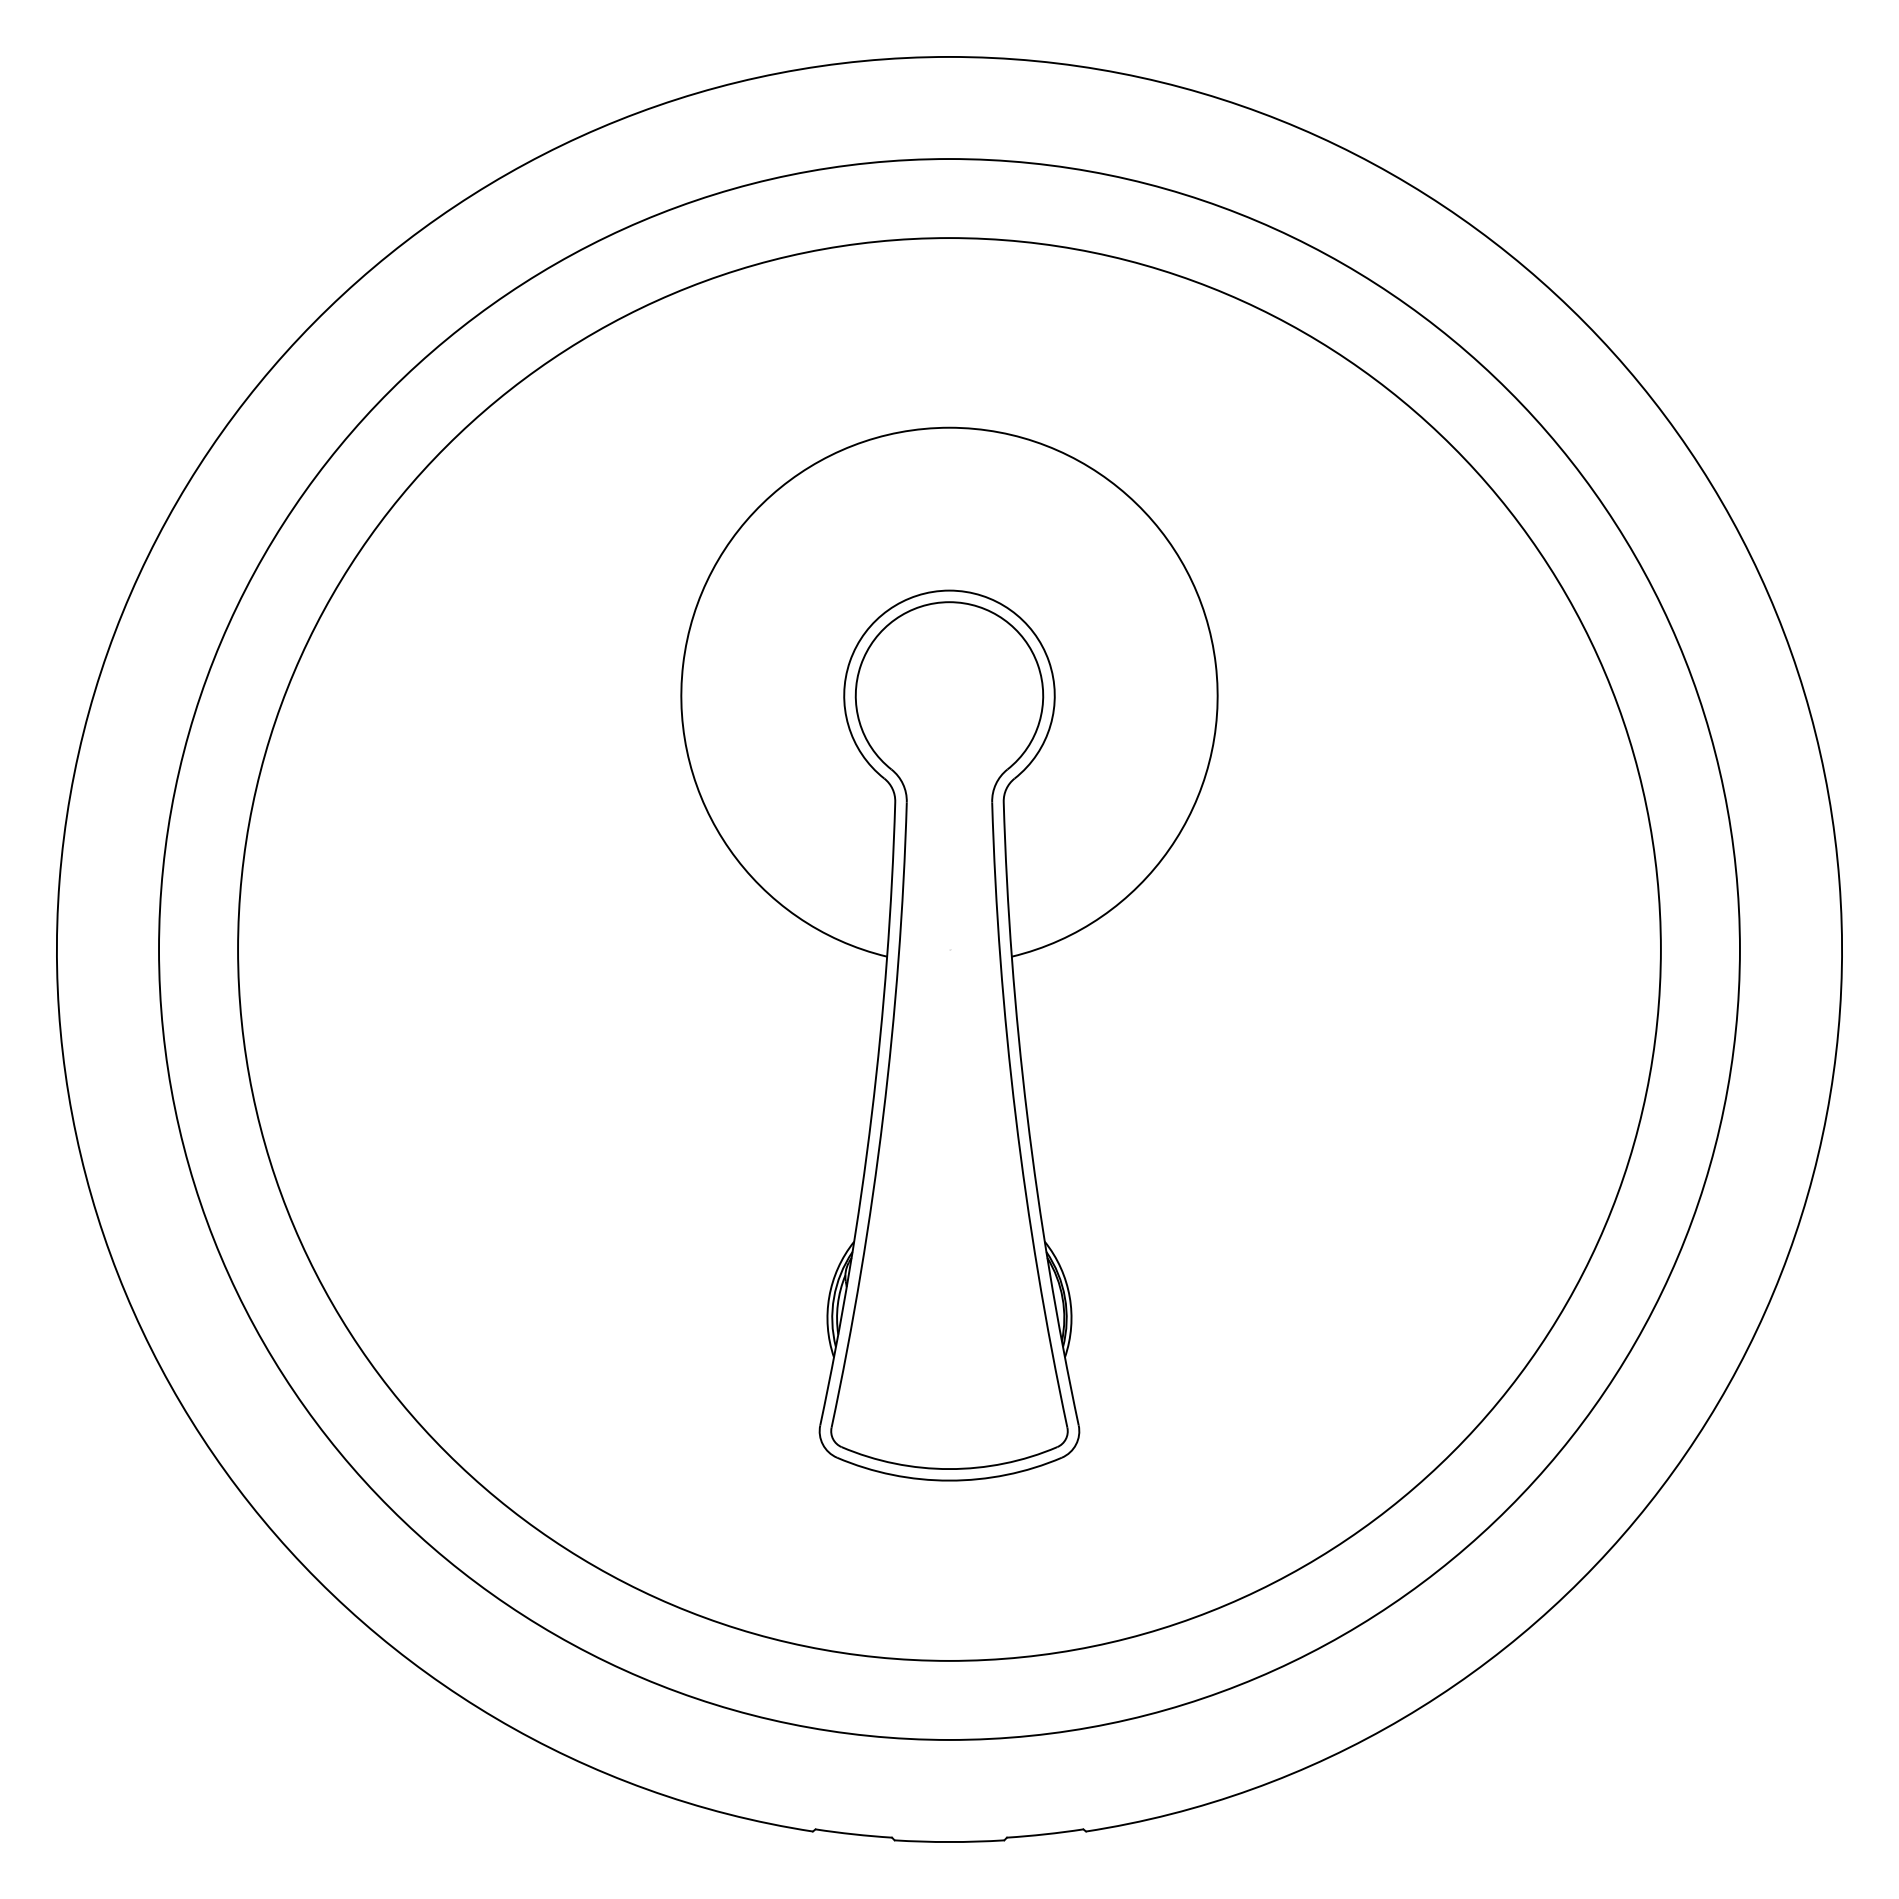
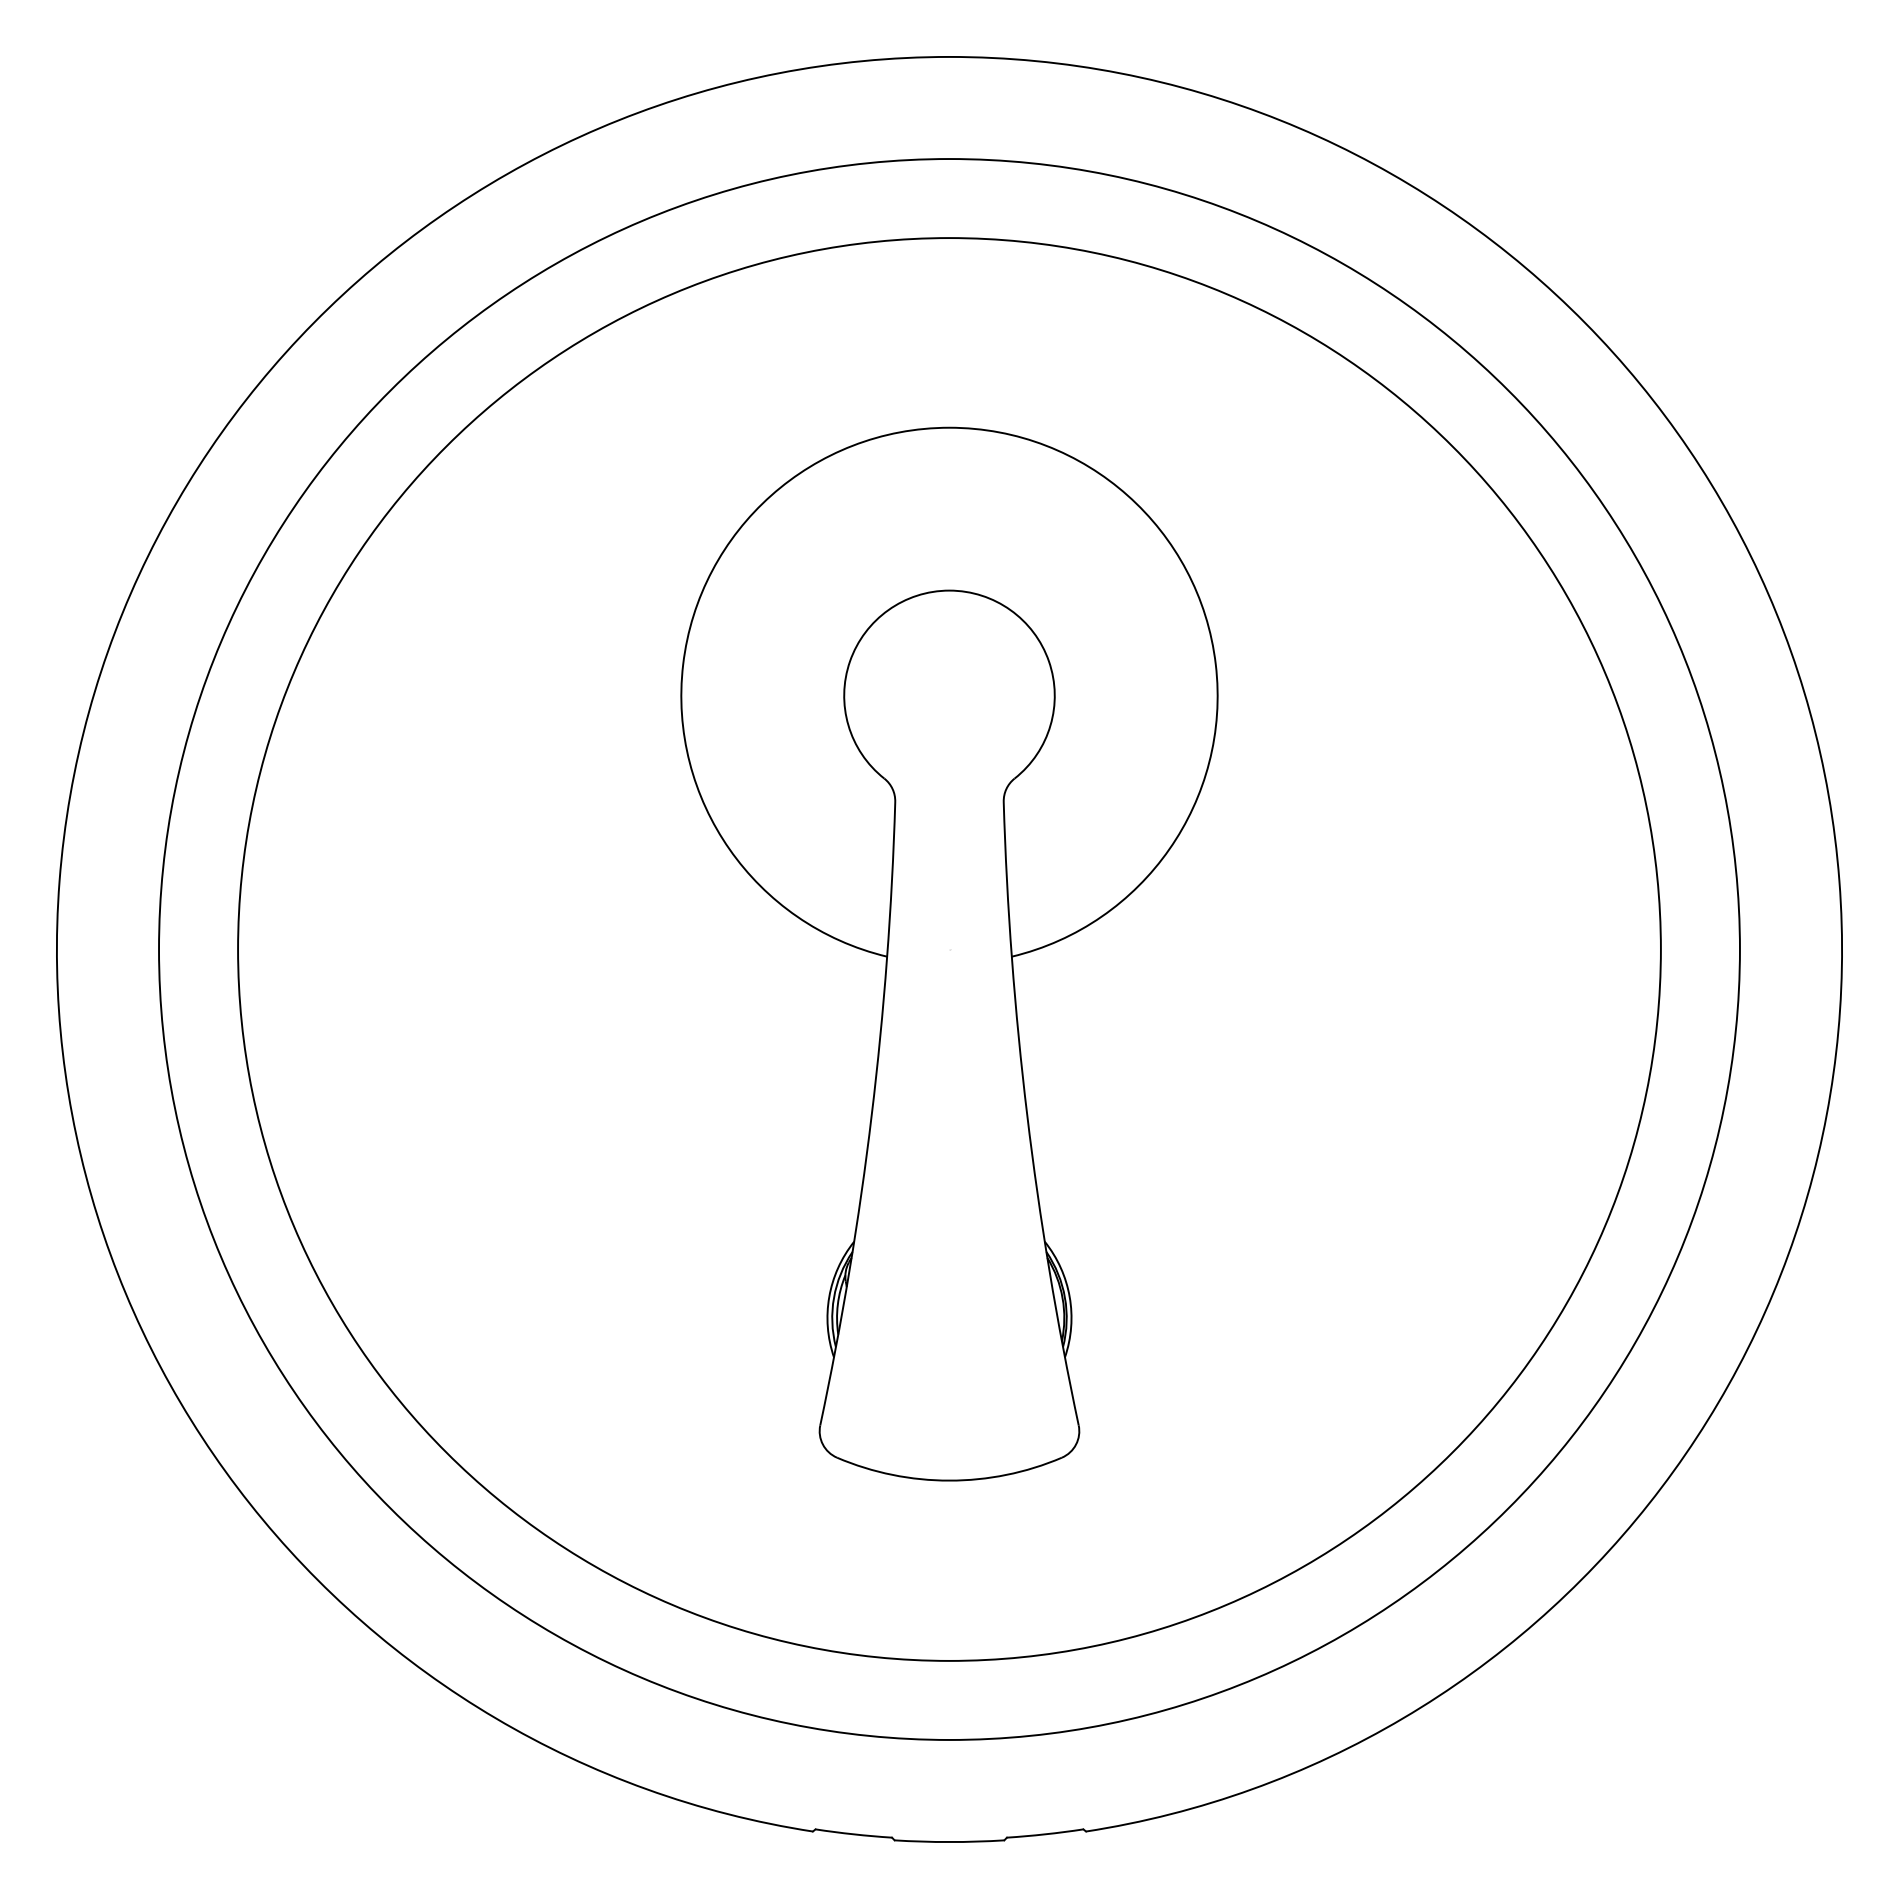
part at (949, 1035): present -> none
